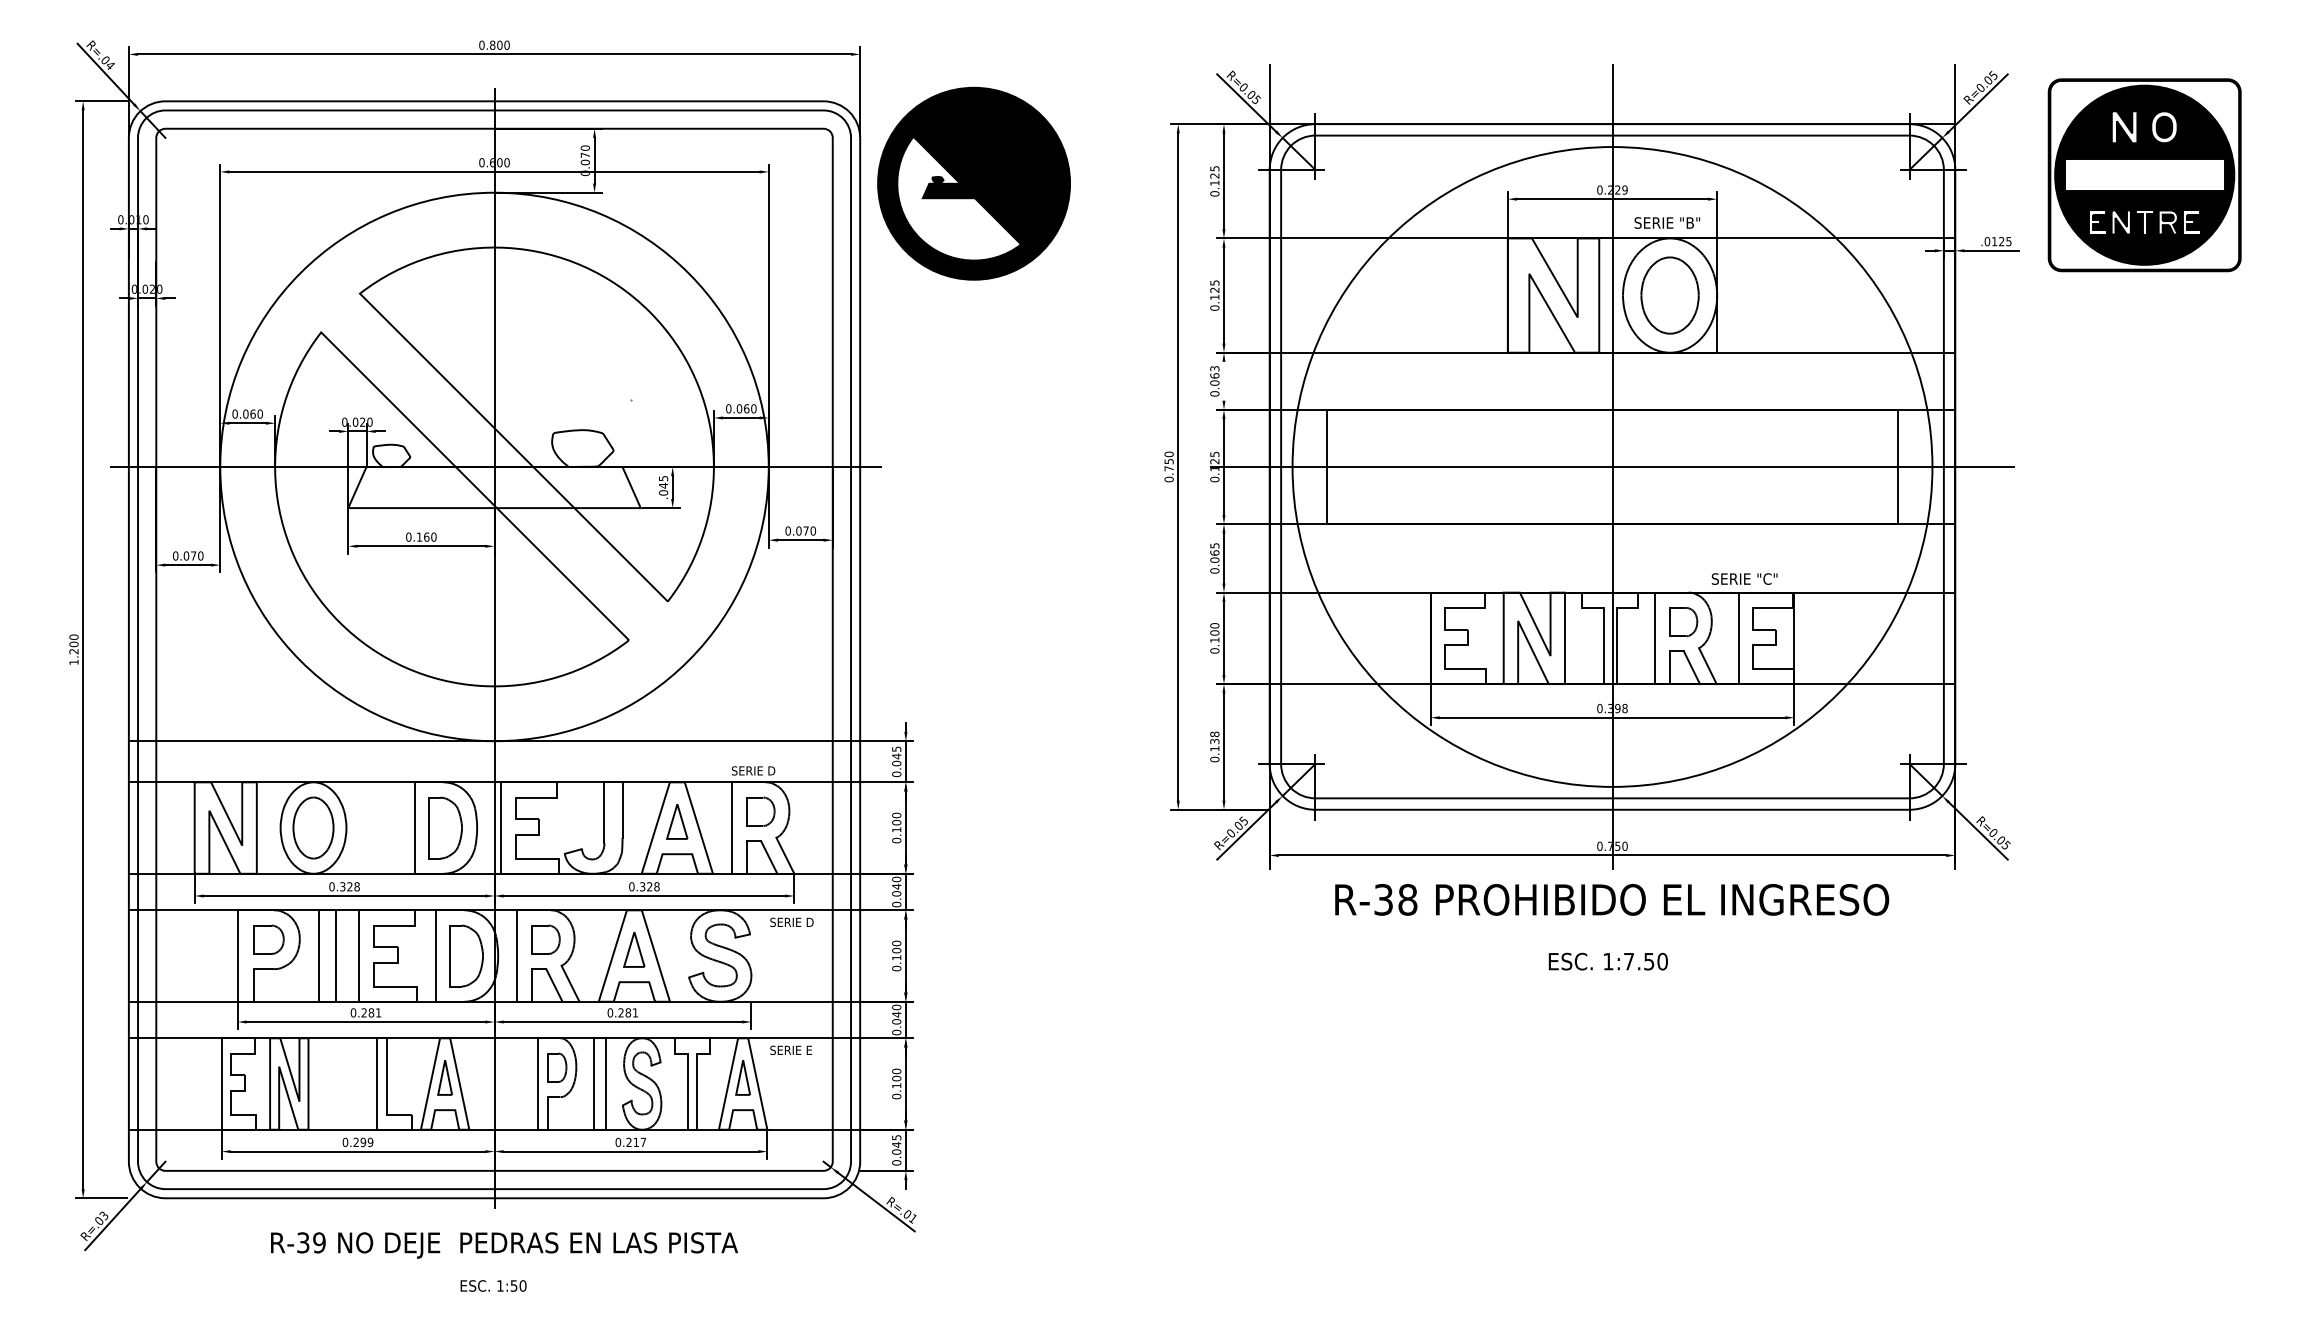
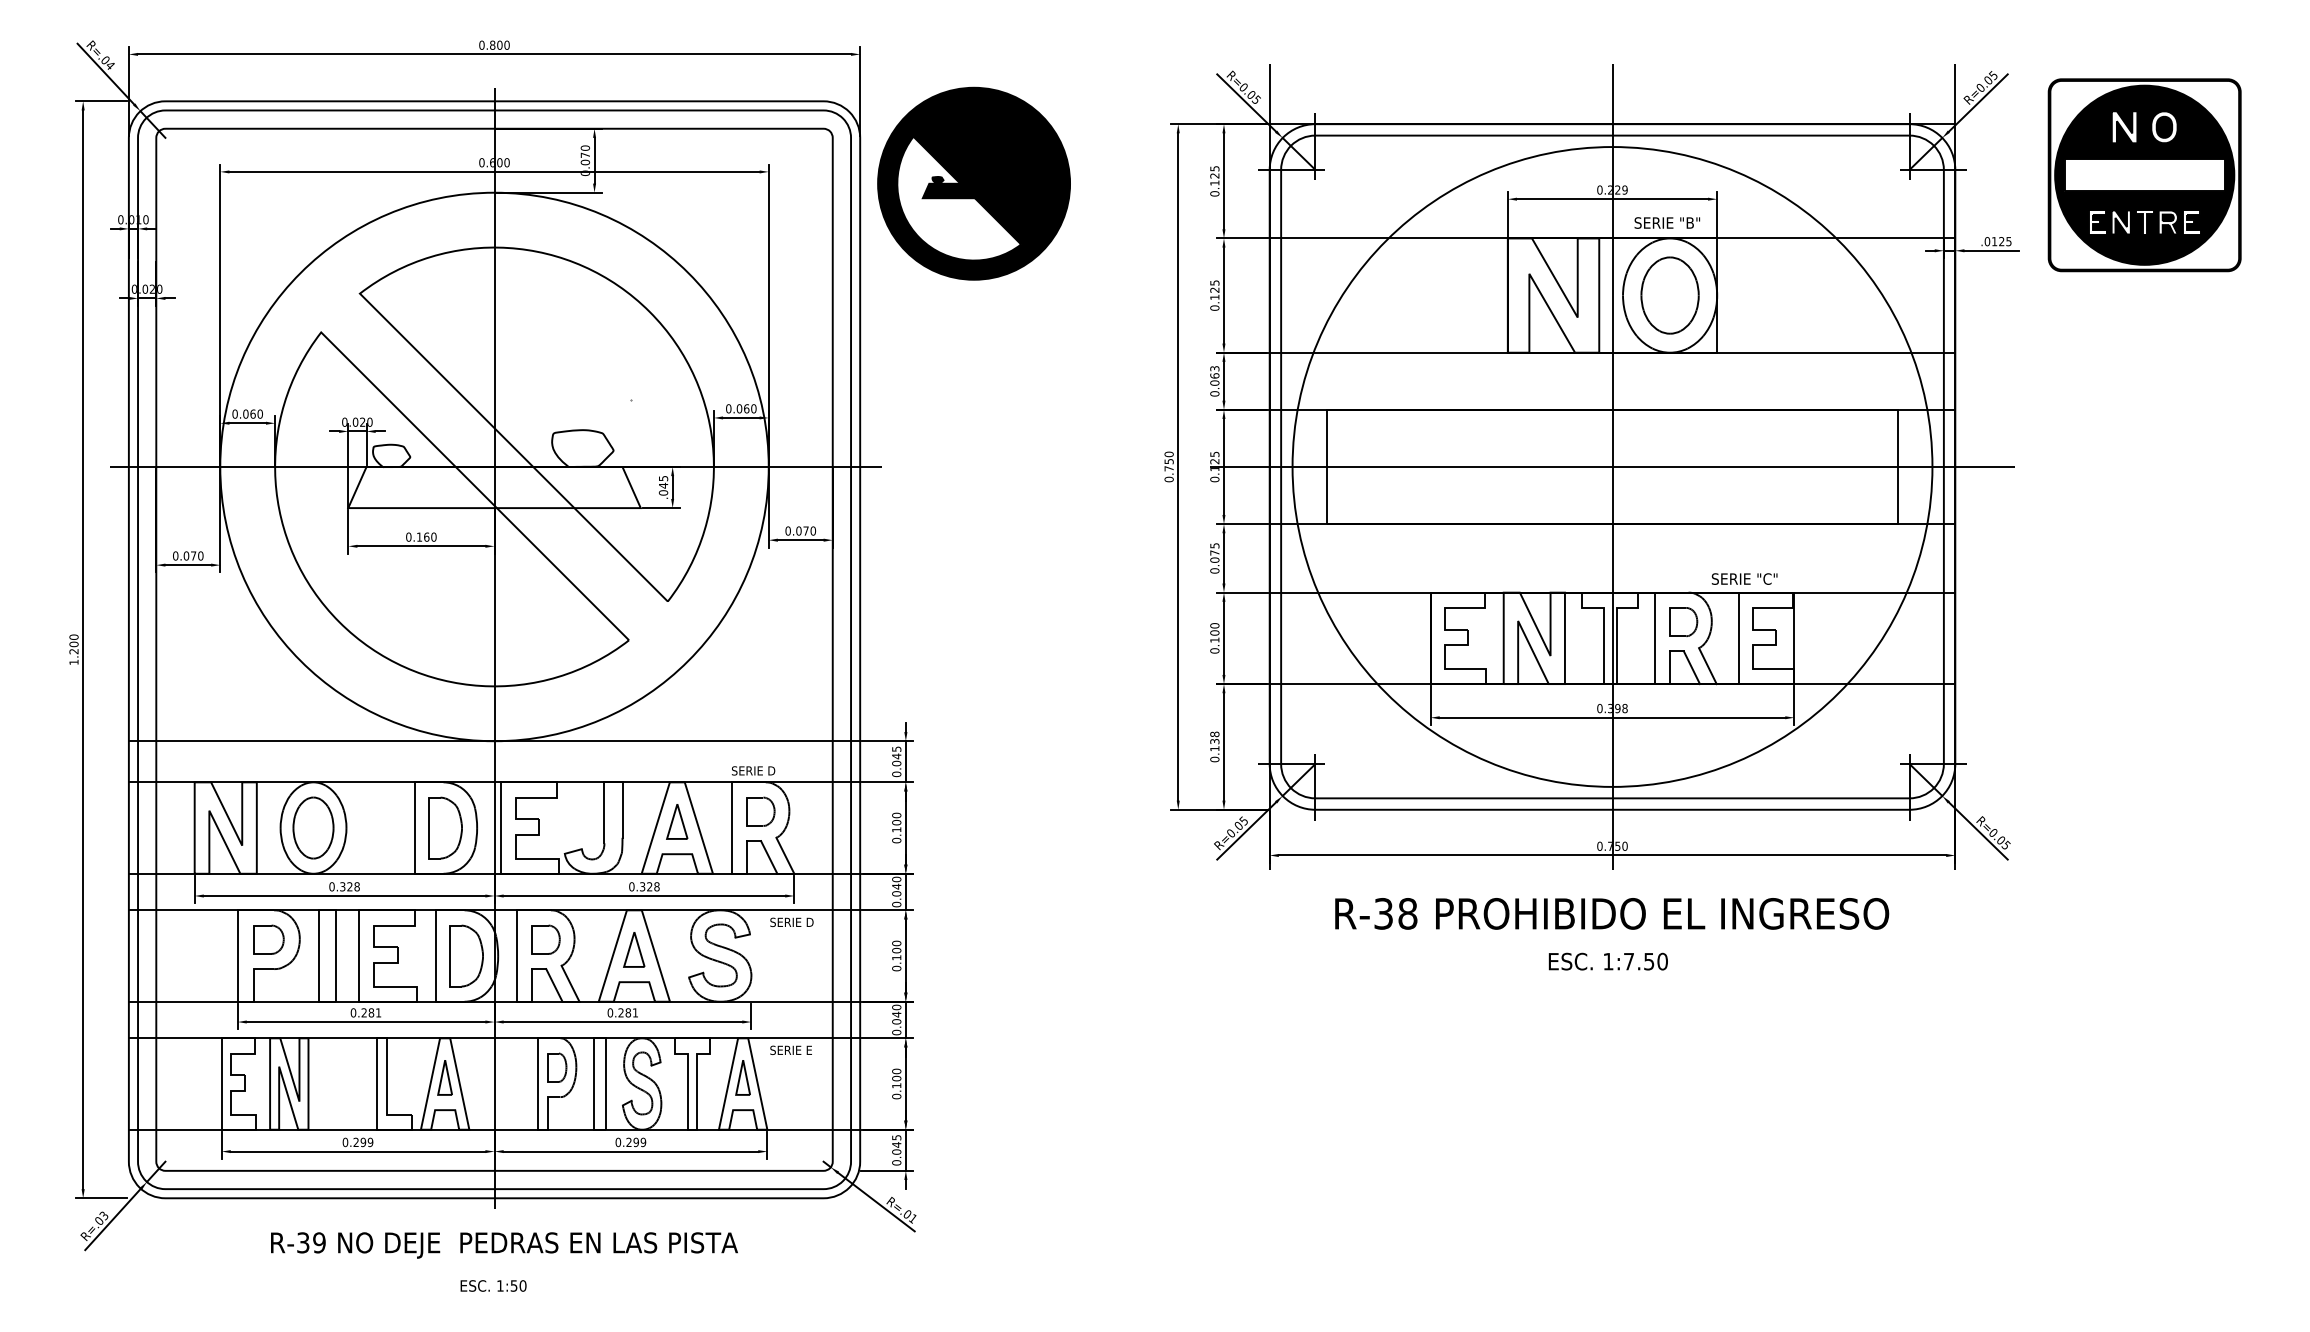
line at (1224, 380): none -> present
text at (1214, 552): 0.065 -> 0.075
text at (1612, 899) position: (1612, 899) -> (1612, 913)
text at (639, 1142): 0.217 -> 0.299
